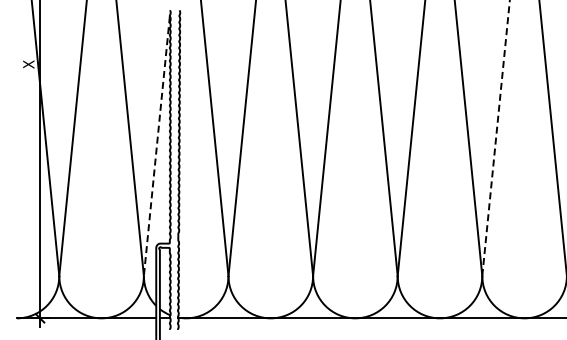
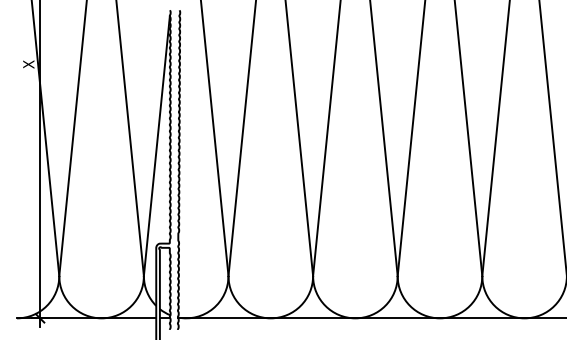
line at (496, 138): dashed -> solid
line at (156, 146): dashed -> solid
